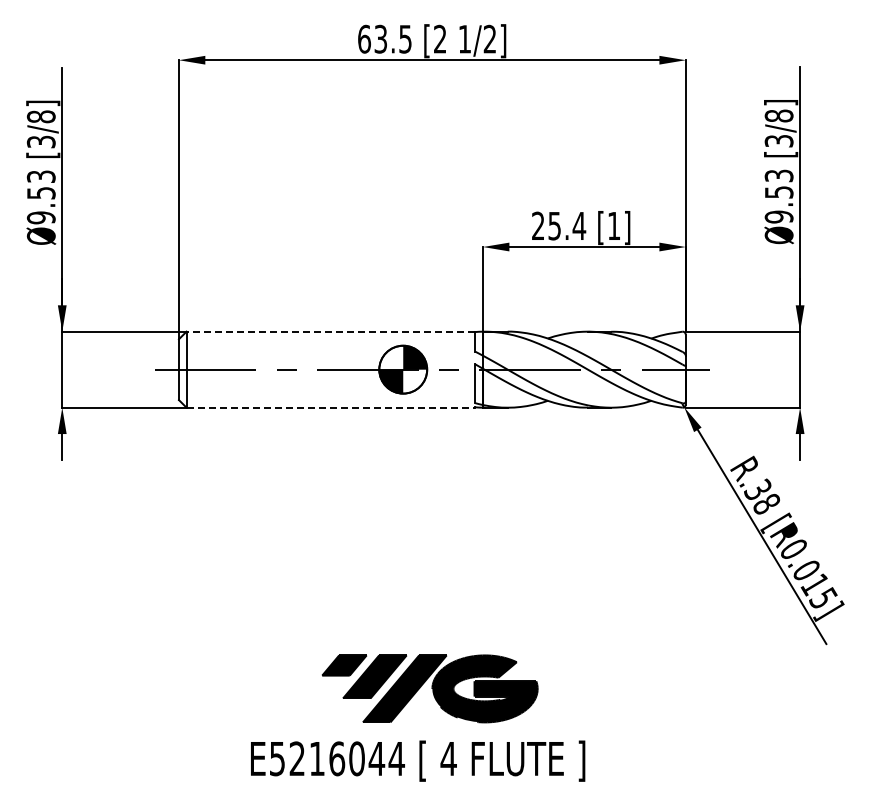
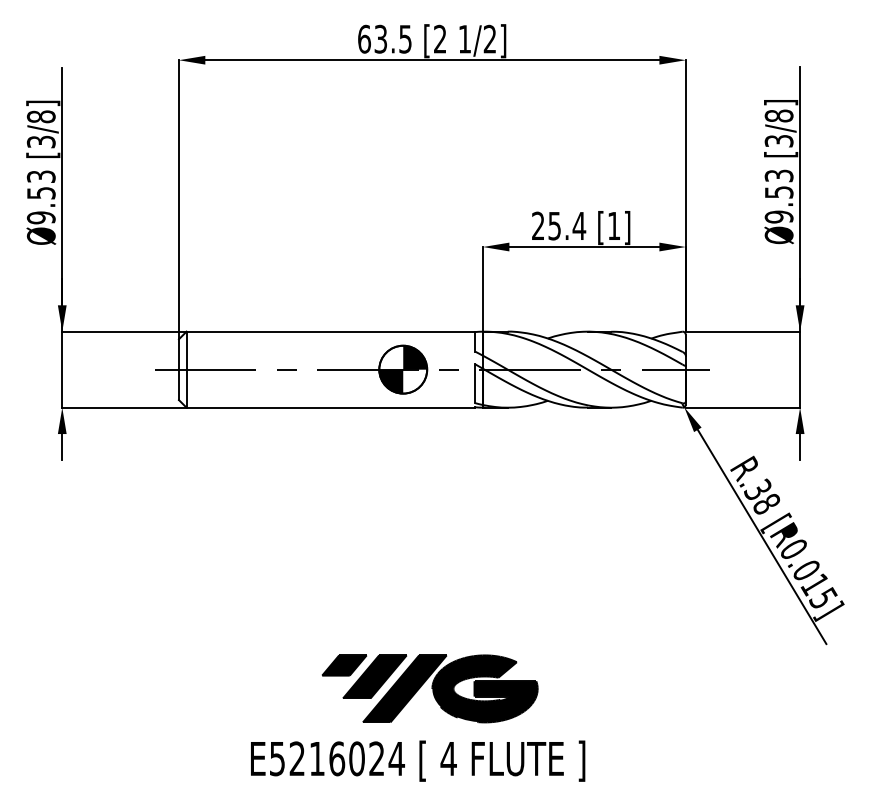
line at (330, 331): dashed -> solid
line at (331, 407): dashed -> solid
text at (376, 758): E5216044 -> E5216024
